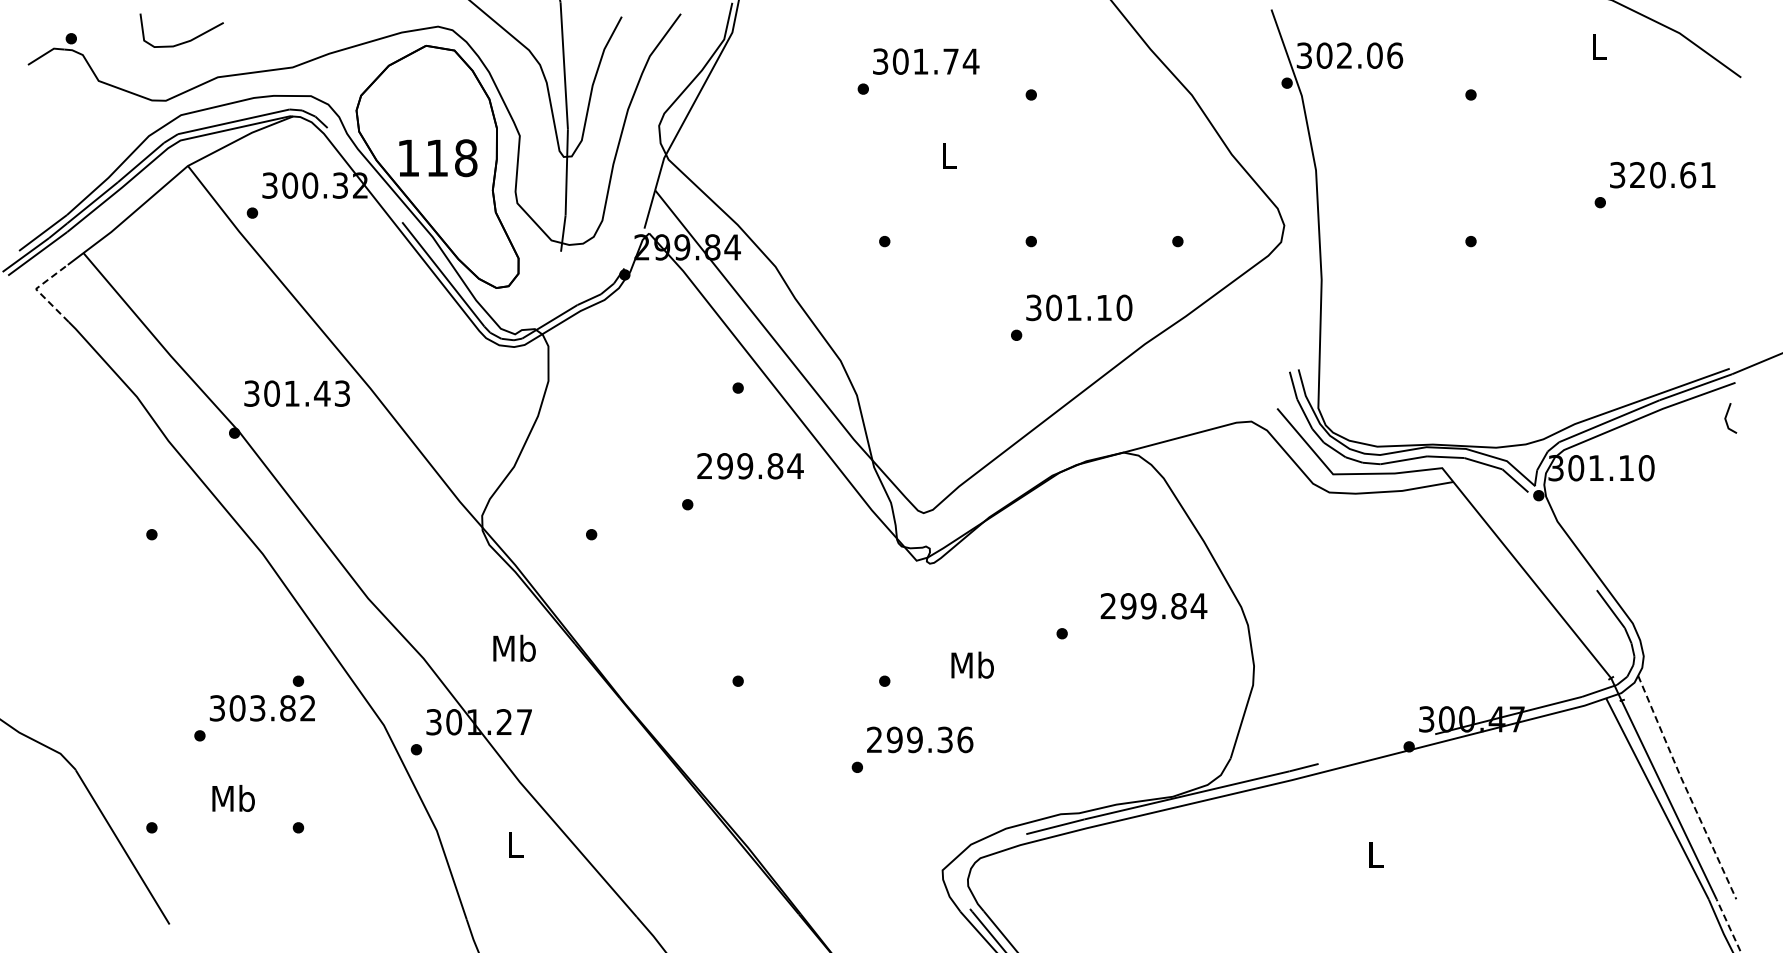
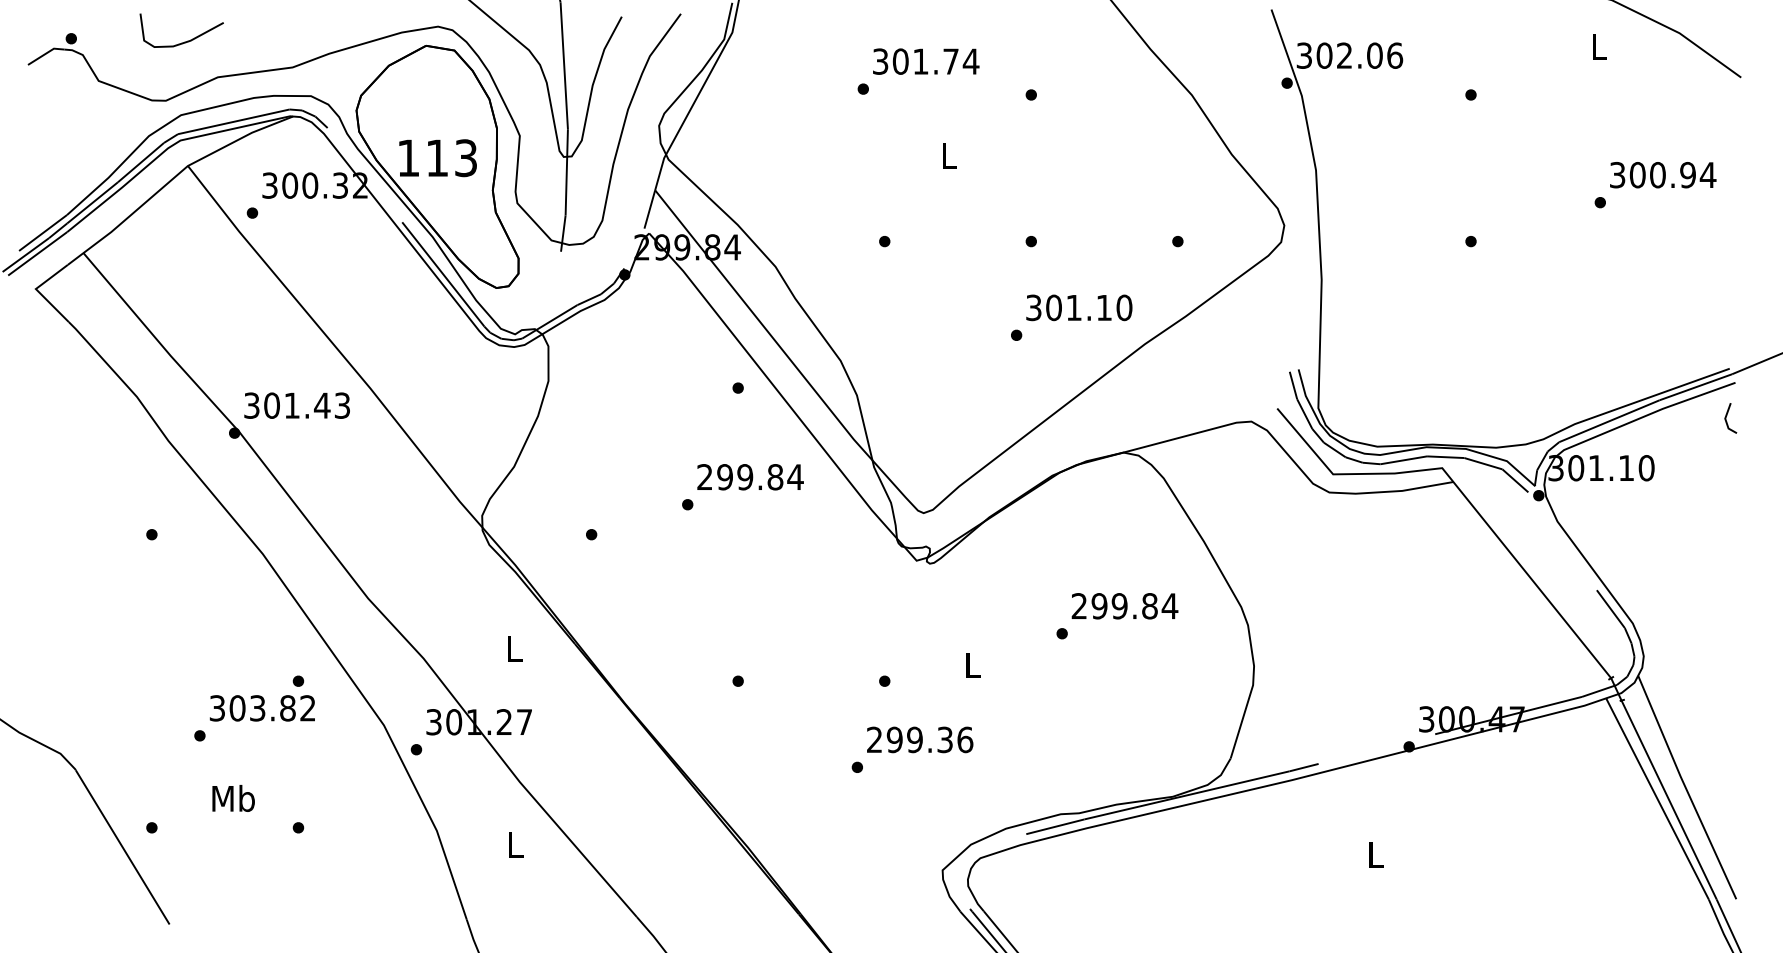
text at (466, 158): 118 -> 113
text at (1672, 175): 320.61 -> 300.94
line at (37, 290): dashed -> solid
text at (296, 393) position: (296, 393) -> (296, 405)
text at (750, 466) position: (750, 466) -> (750, 477)
text at (1153, 606) position: (1153, 606) -> (1124, 606)
text at (514, 647): Mb -> L
text at (972, 664): Mb -> L
line at (1685, 787): dashed -> solid
line at (1728, 925): dashed -> solid
